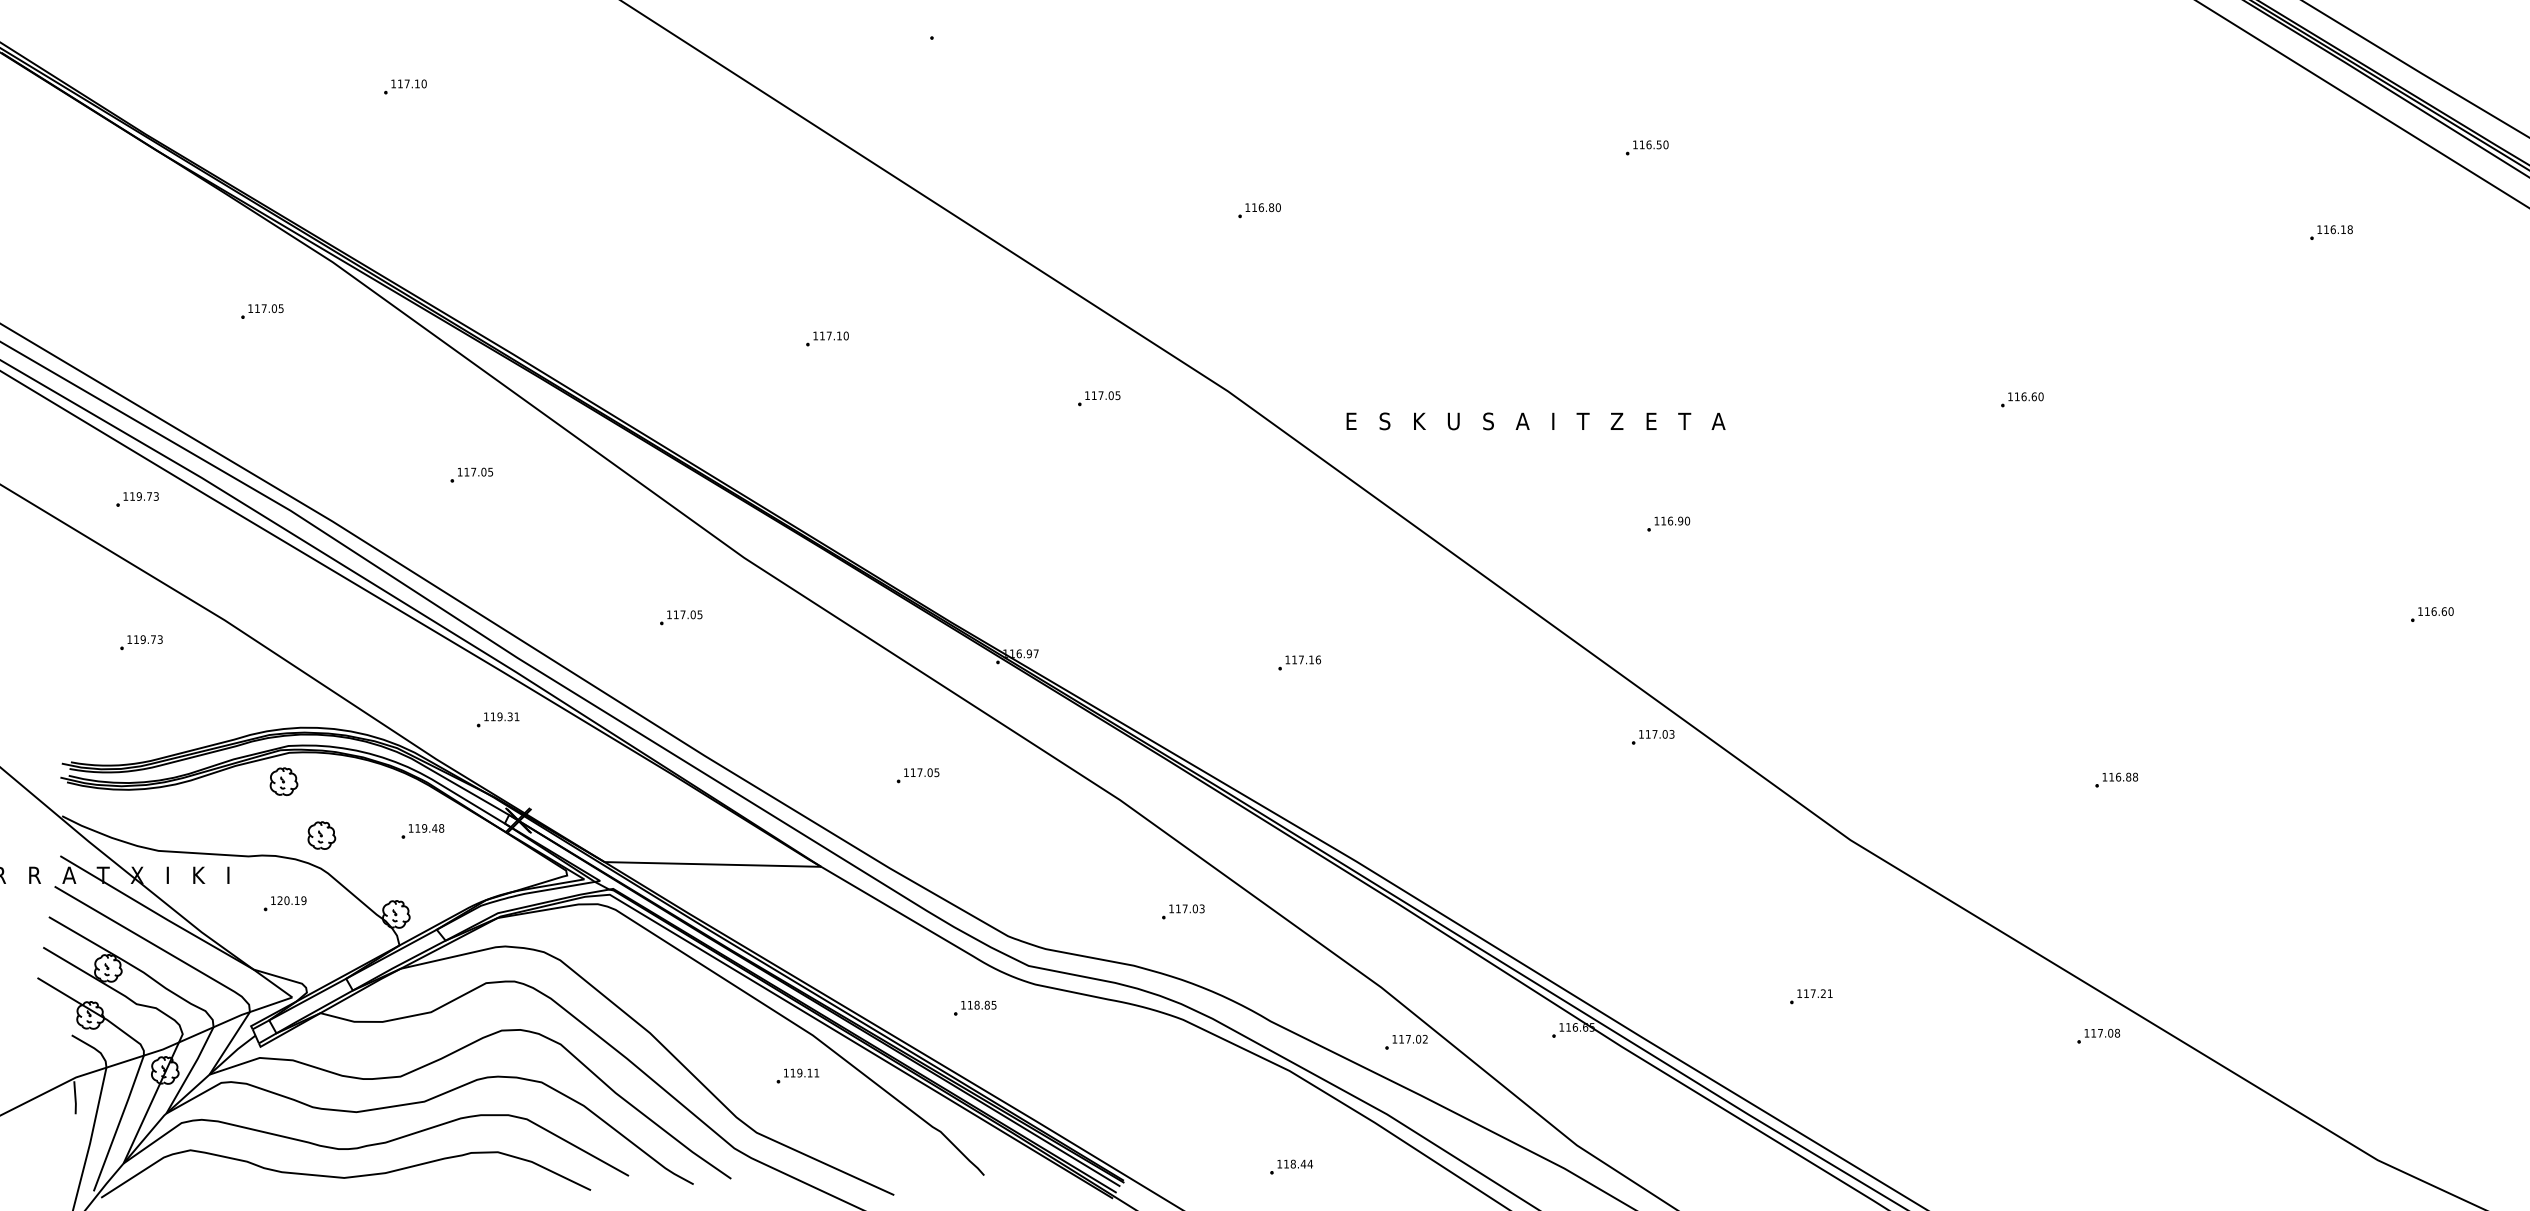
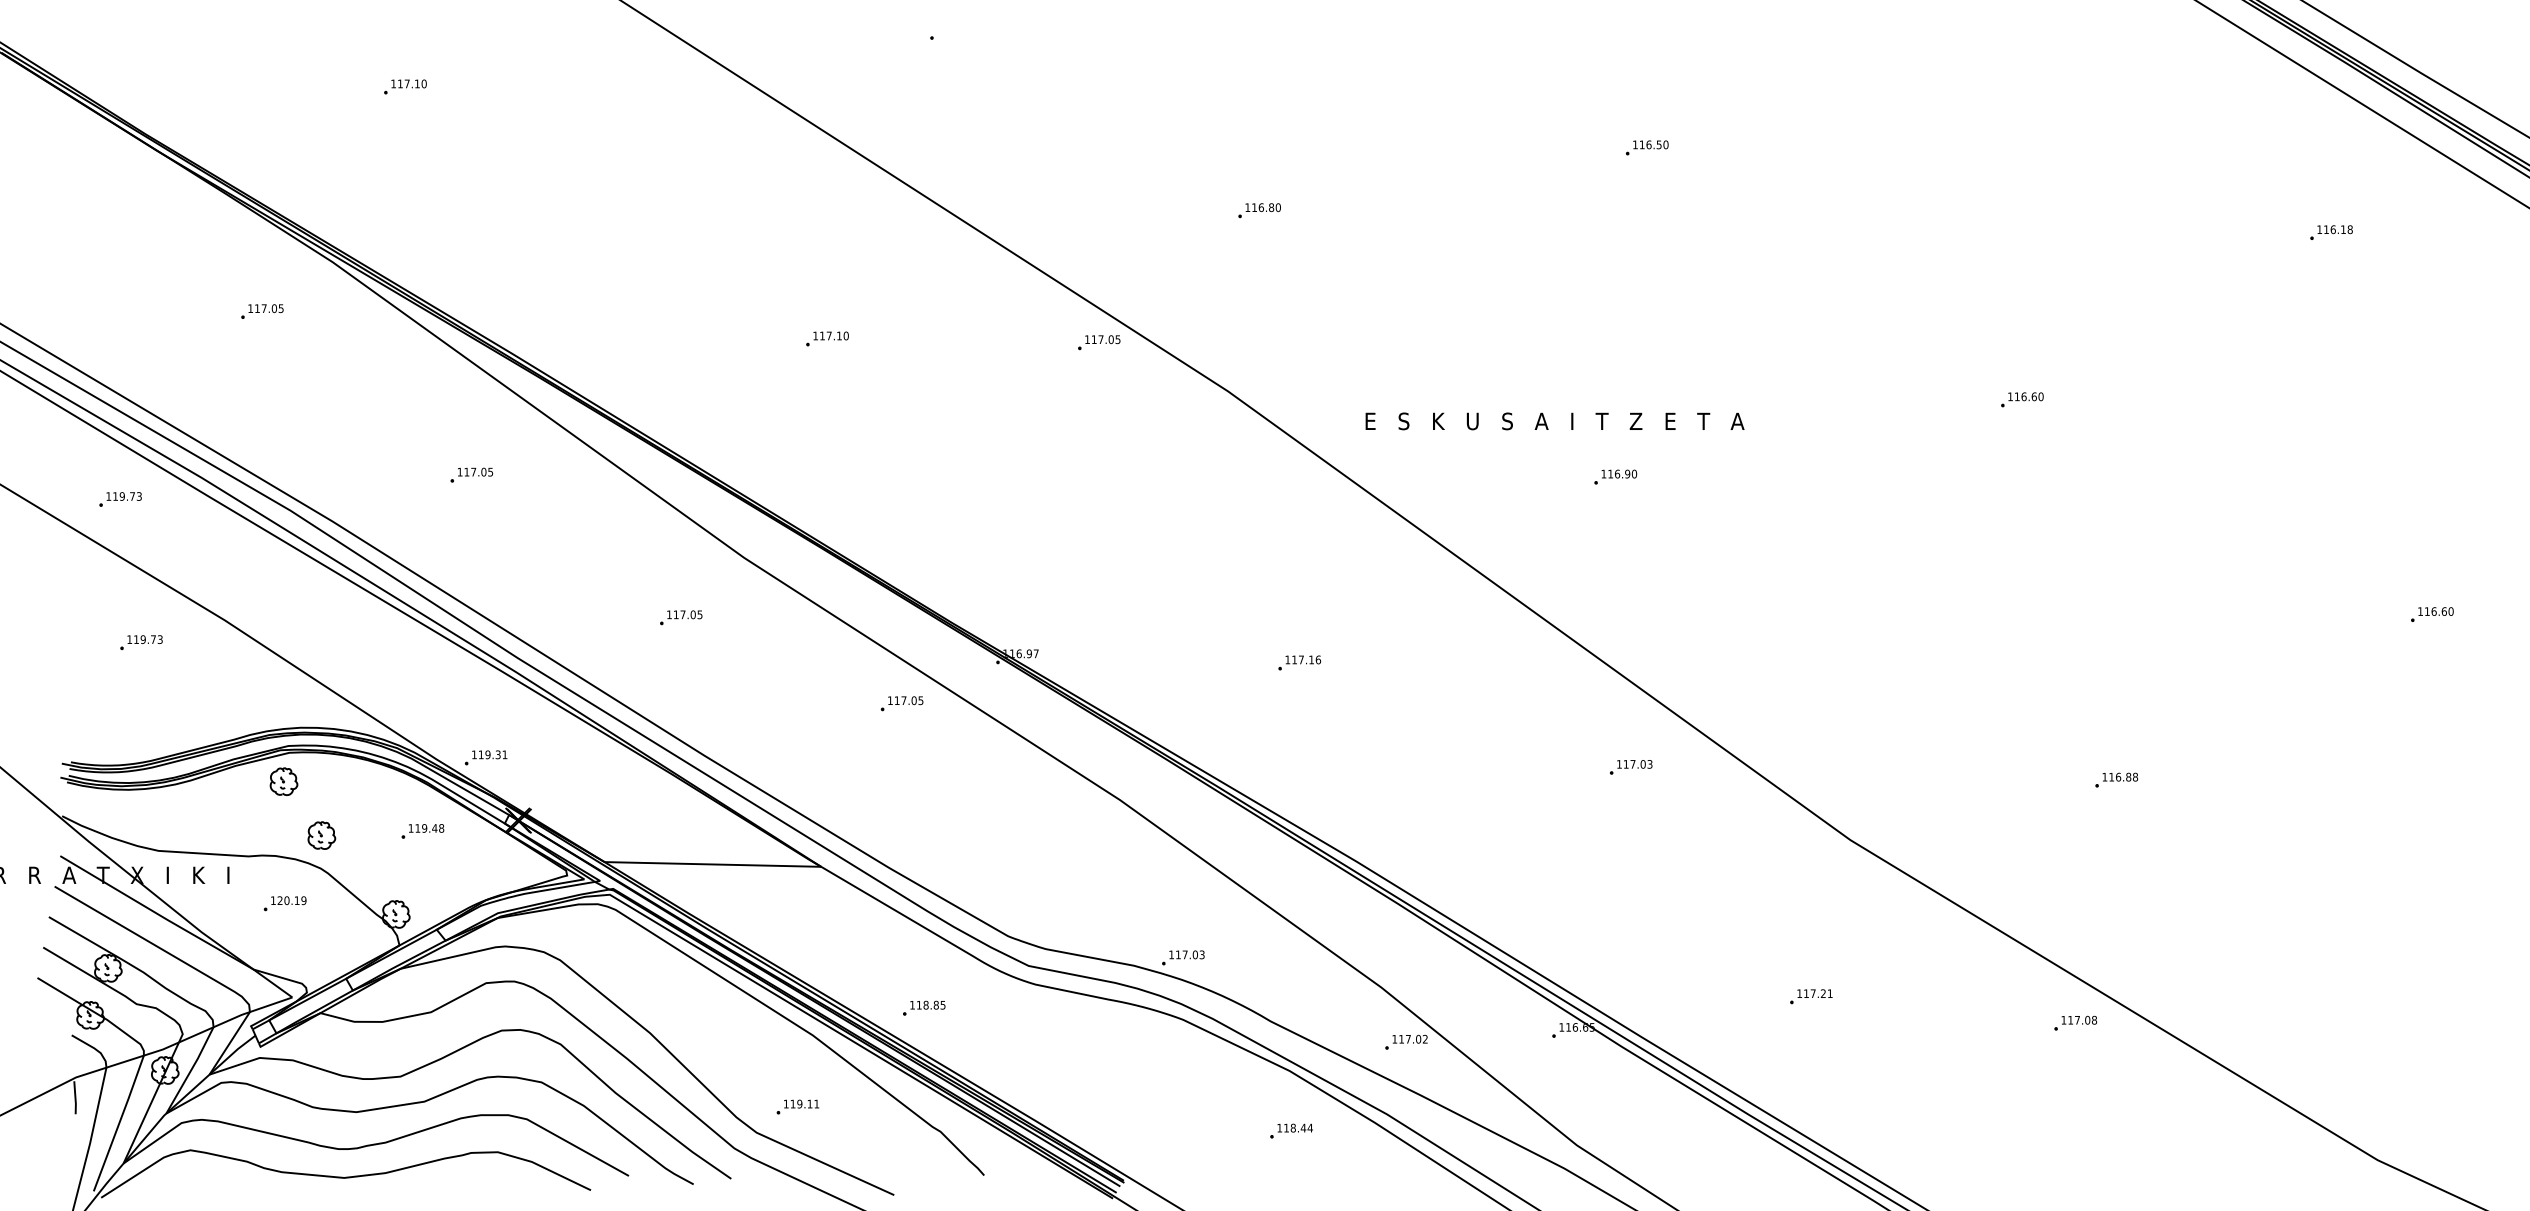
part at (1099, 398) position: (1099, 398) -> (1099, 342)
text at (1535, 421) position: (1535, 421) -> (1554, 421)
part at (137, 499) position: (137, 499) -> (120, 499)
part at (1668, 523) position: (1668, 523) -> (1615, 476)
part at (497, 719) position: (497, 719) -> (485, 757)
part at (1653, 737) position: (1653, 737) -> (1631, 767)
part at (917, 775) position: (917, 775) -> (901, 703)
part at (1183, 911) position: (1183, 911) -> (1183, 957)
part at (975, 1007) position: (975, 1007) -> (924, 1007)
part at (2098, 1035) position: (2098, 1035) -> (2075, 1022)
part at (797, 1075) position: (797, 1075) -> (797, 1106)
part at (1291, 1166) position: (1291, 1166) -> (1291, 1130)
